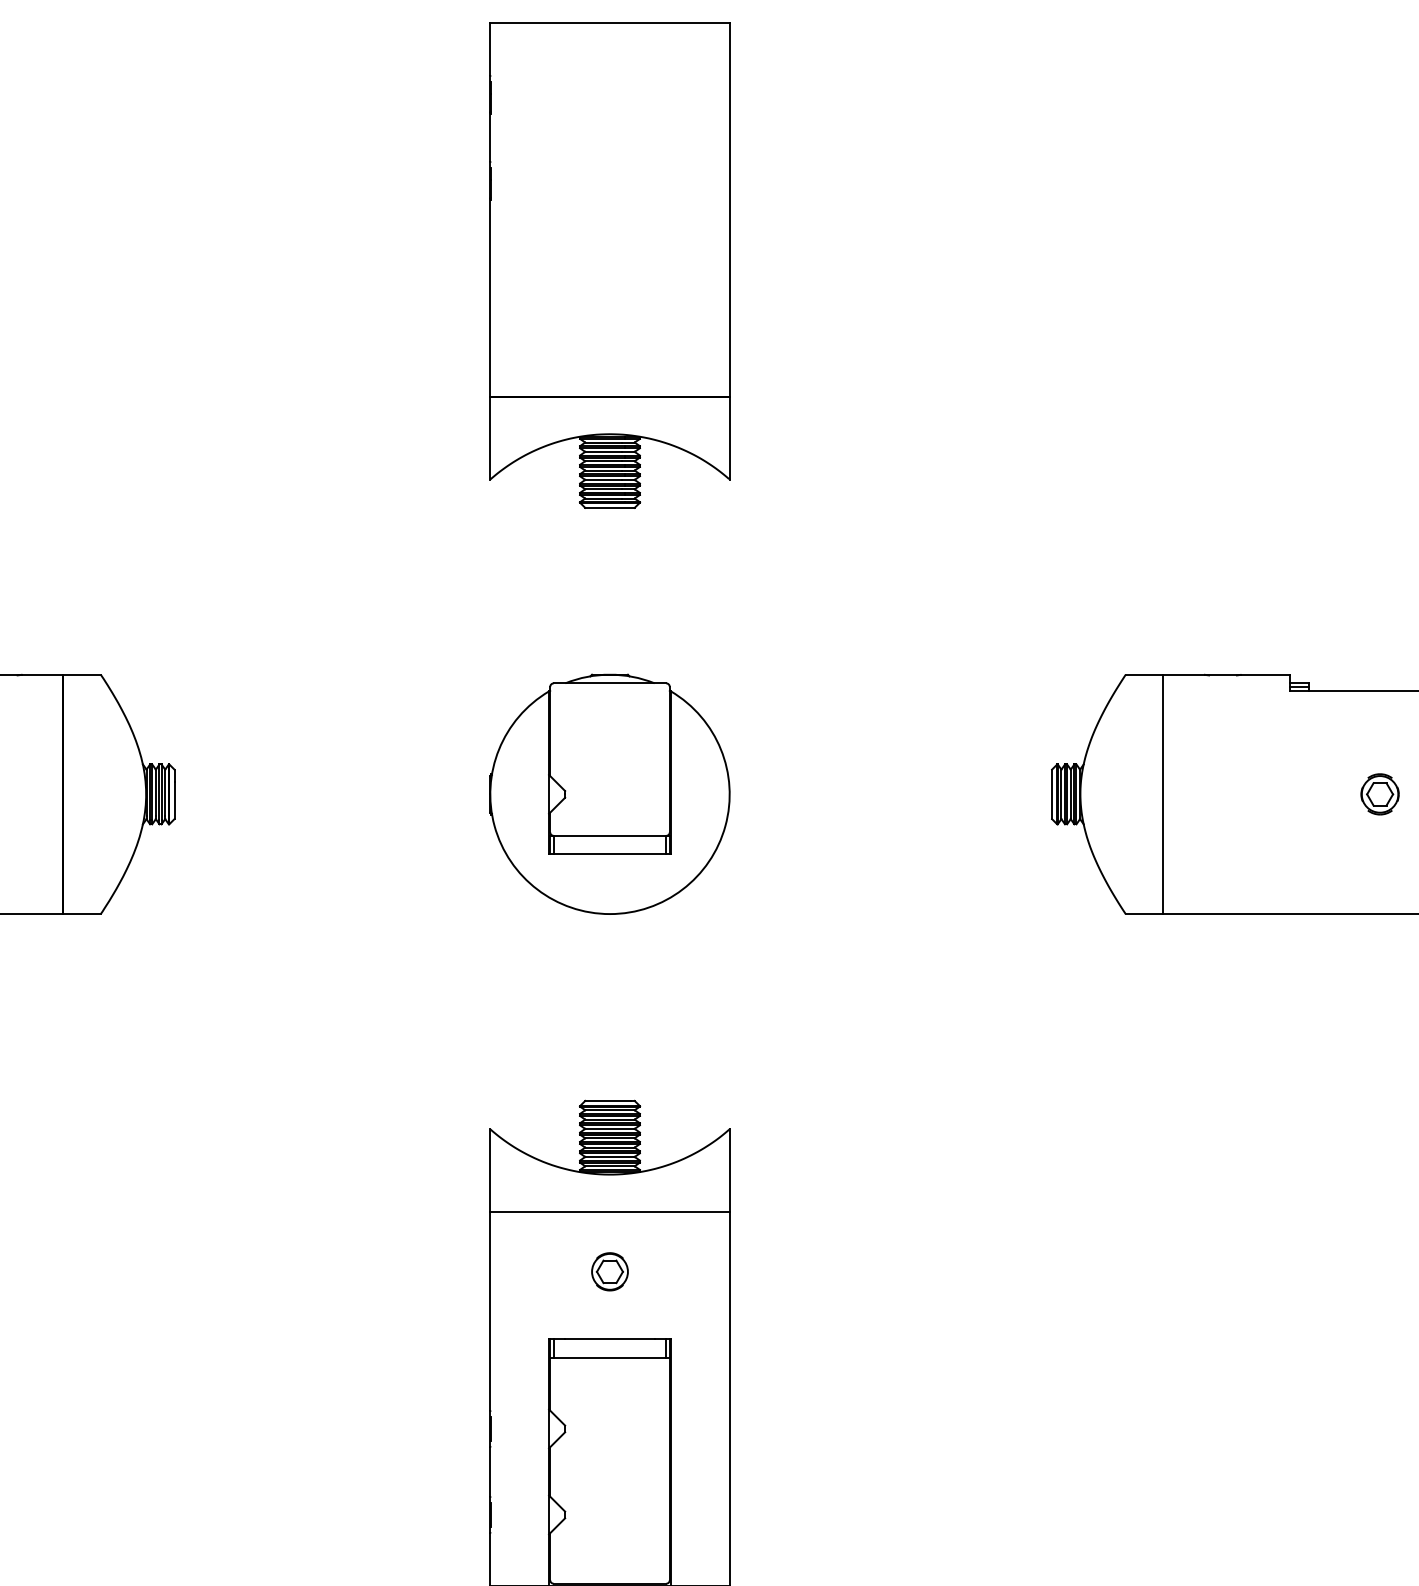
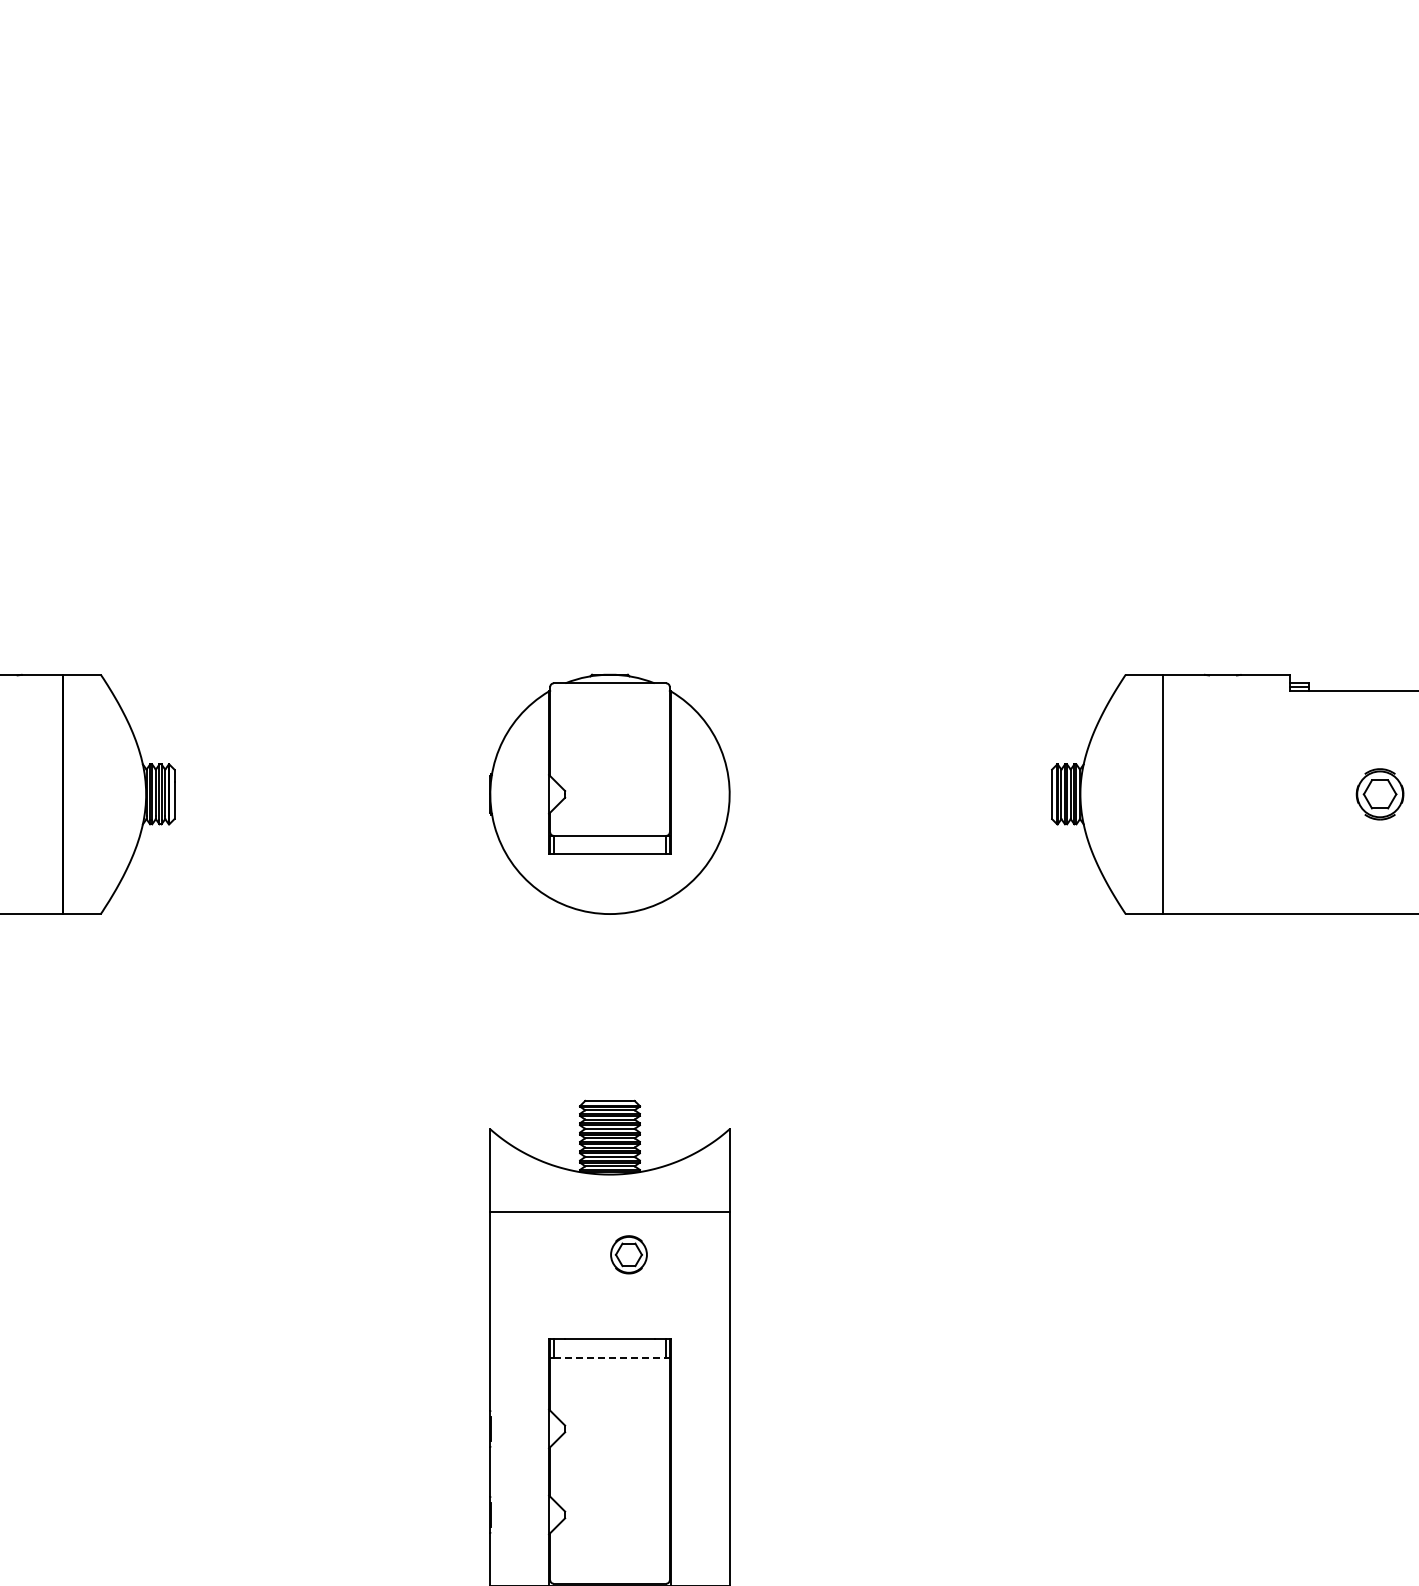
part at (609, 265): present -> none
part at (1379, 794) size: 40x43 px -> 50x53 px
part at (609, 1271) position: (609, 1271) -> (628, 1254)
line at (610, 1357): solid -> dashed
